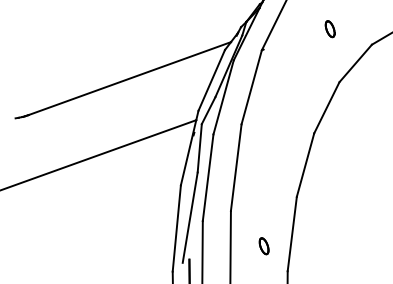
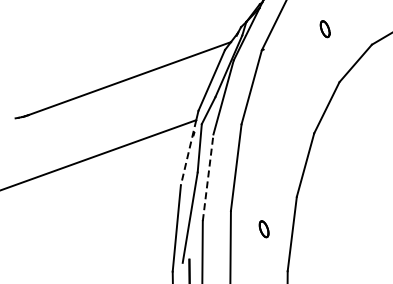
part at (329, 29) position: (329, 29) -> (324, 29)
line at (188, 153): solid -> dashed
line at (208, 177): solid -> dashed
part at (263, 246) position: (263, 246) -> (263, 229)
